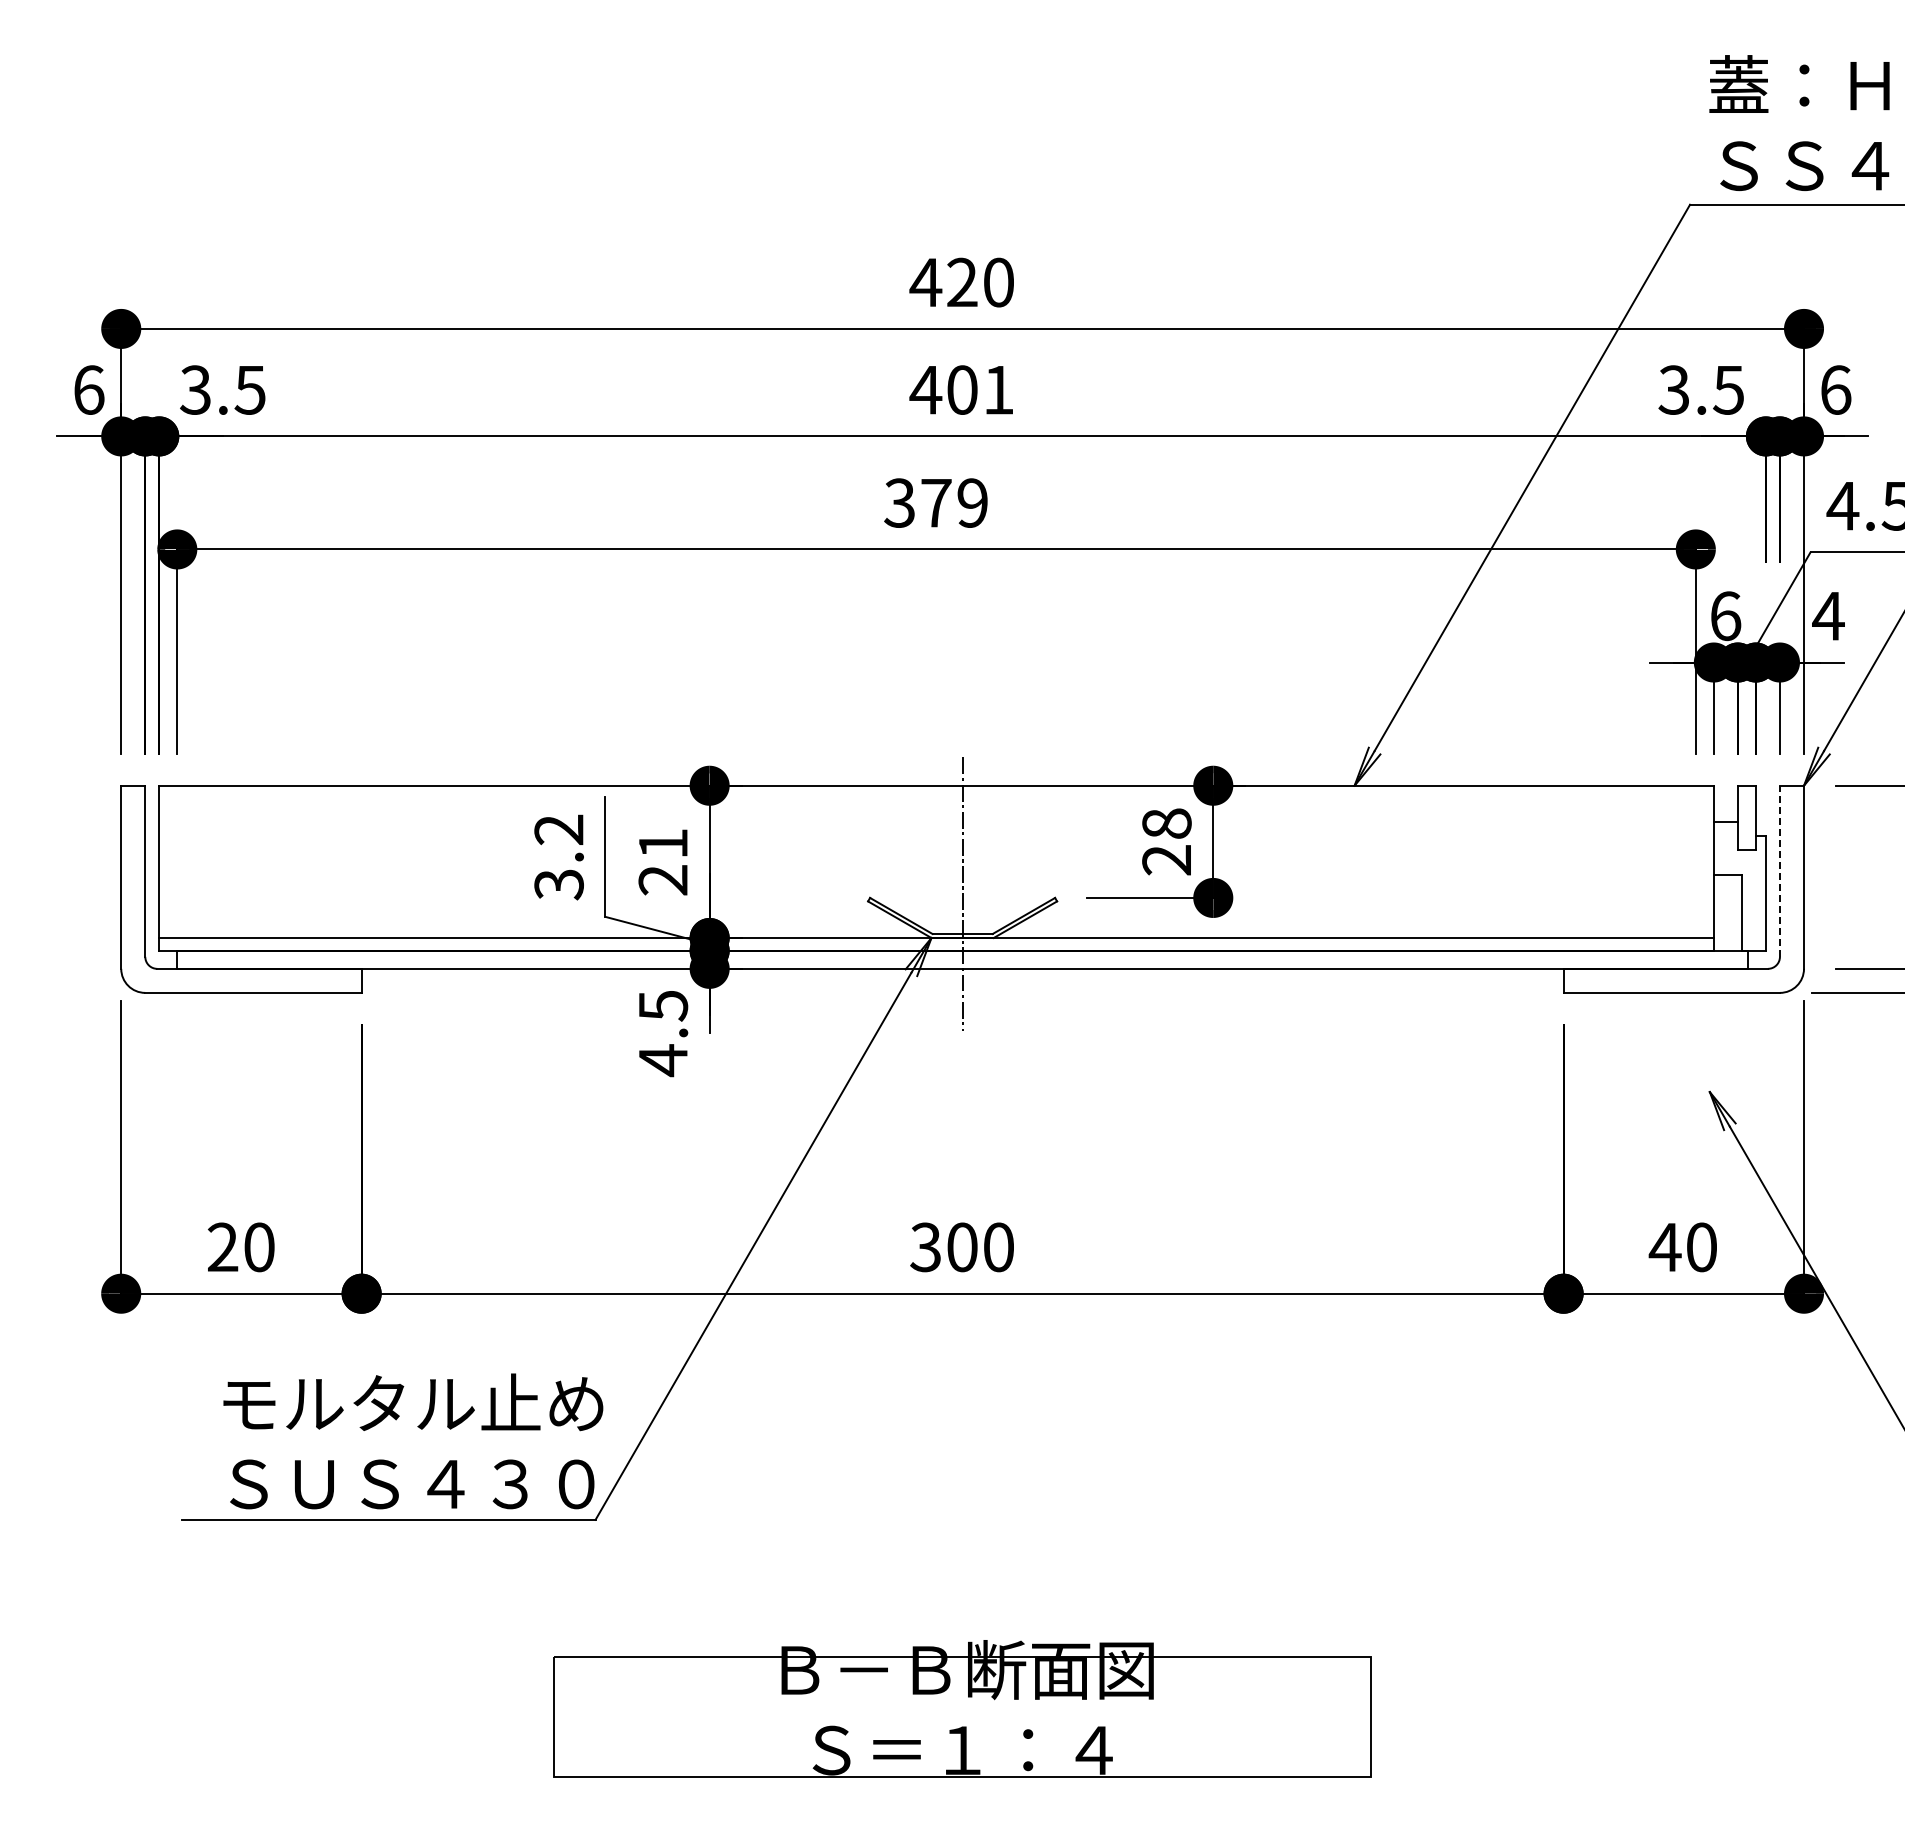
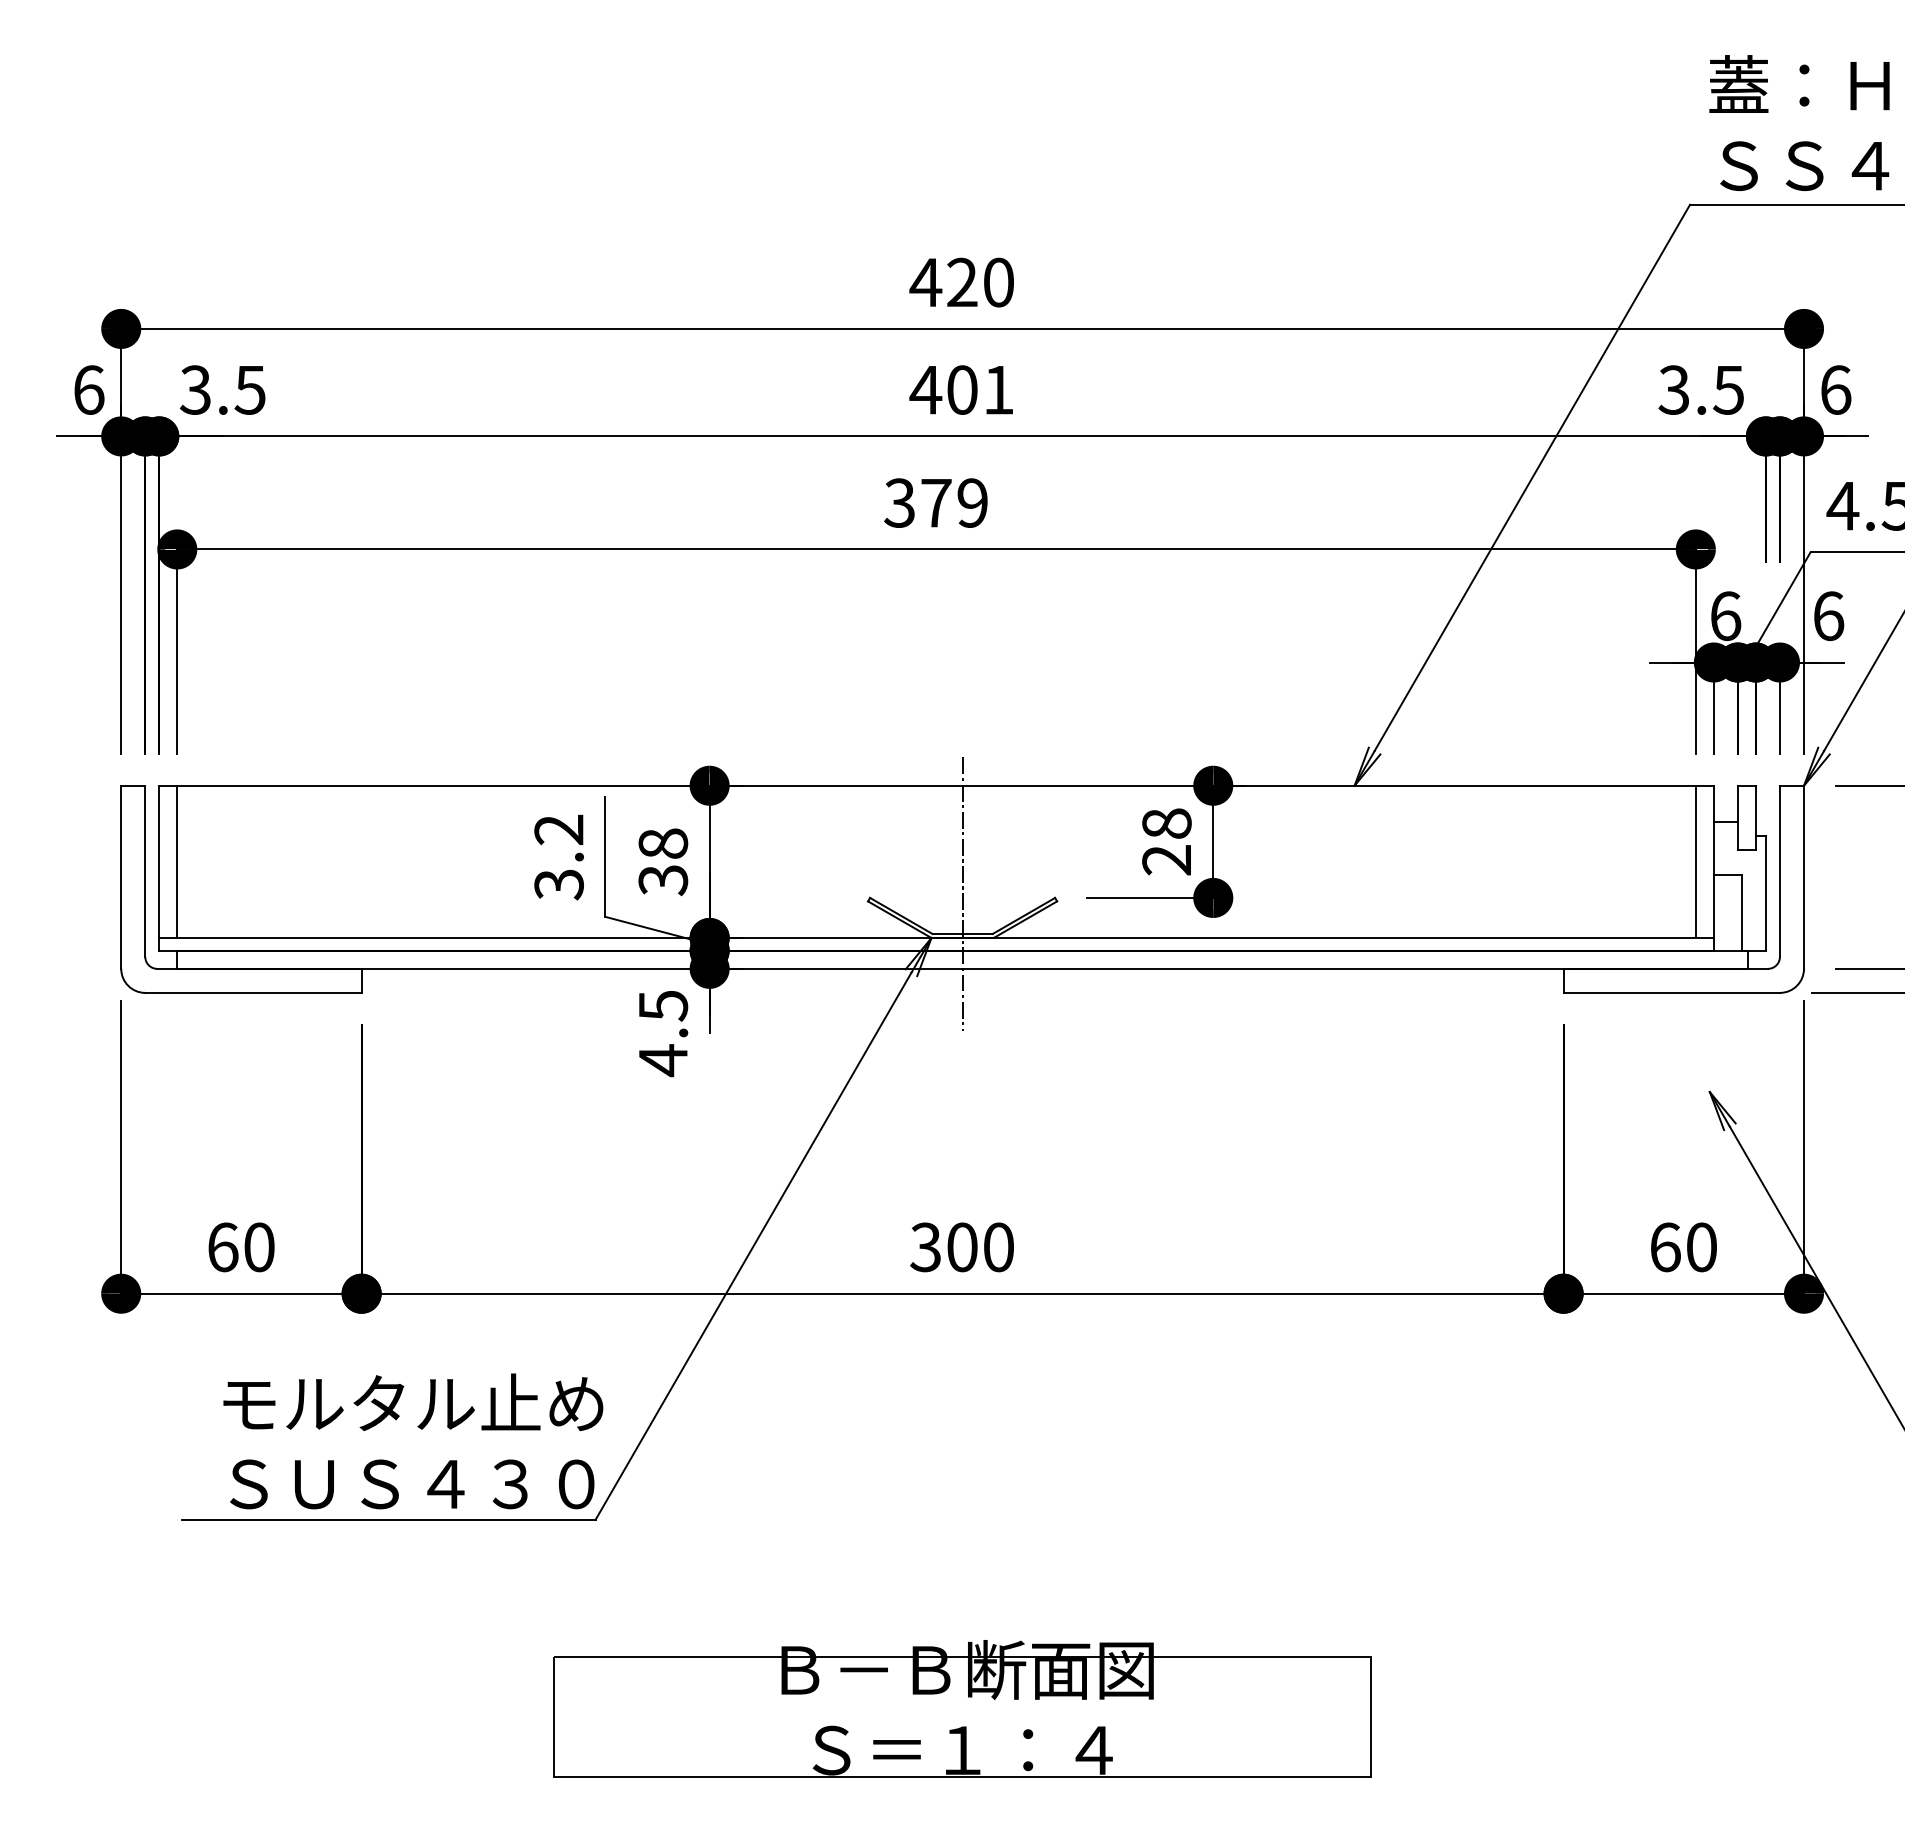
text at (1828, 616): 4 -> 6
line at (177, 861): none -> present
line at (1695, 861): none -> present
text at (663, 862): 21 -> 38
line at (1779, 871): dashed -> solid
text at (222, 1247): 20 -> 60
text at (1664, 1247): 40 -> 60
